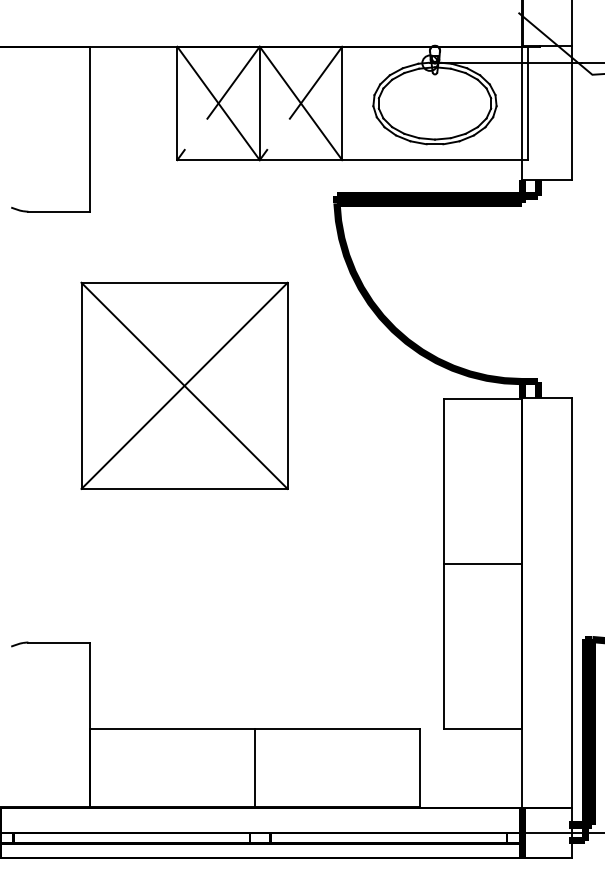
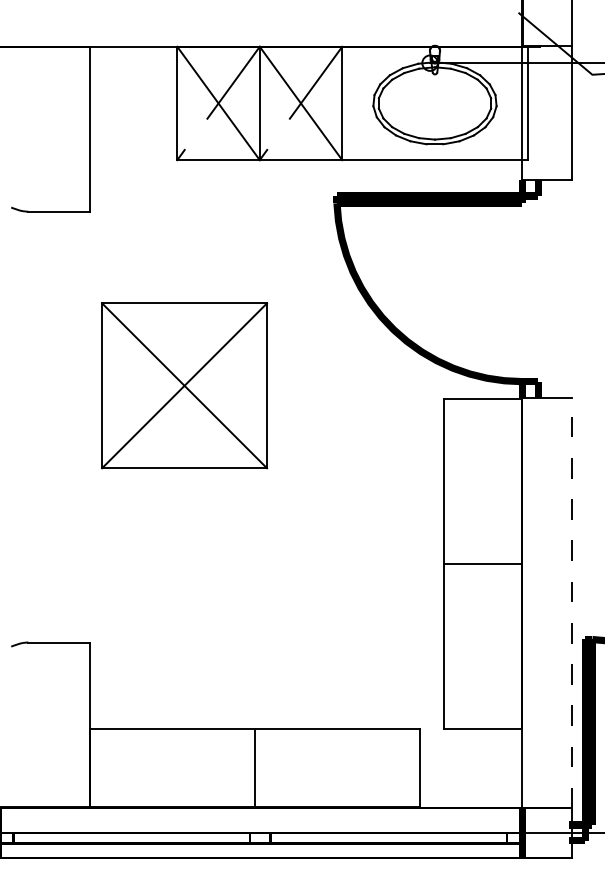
part at (184, 385) size: 209x209 px -> 168x168 px
line at (571, 602): solid -> dashed
